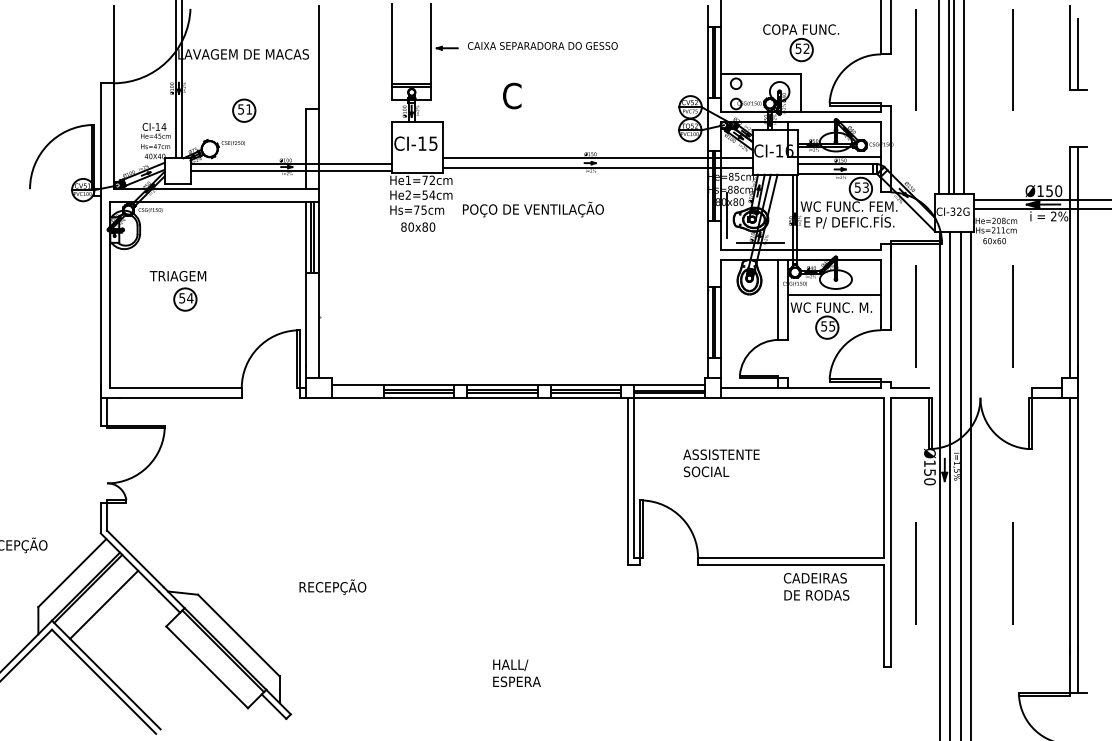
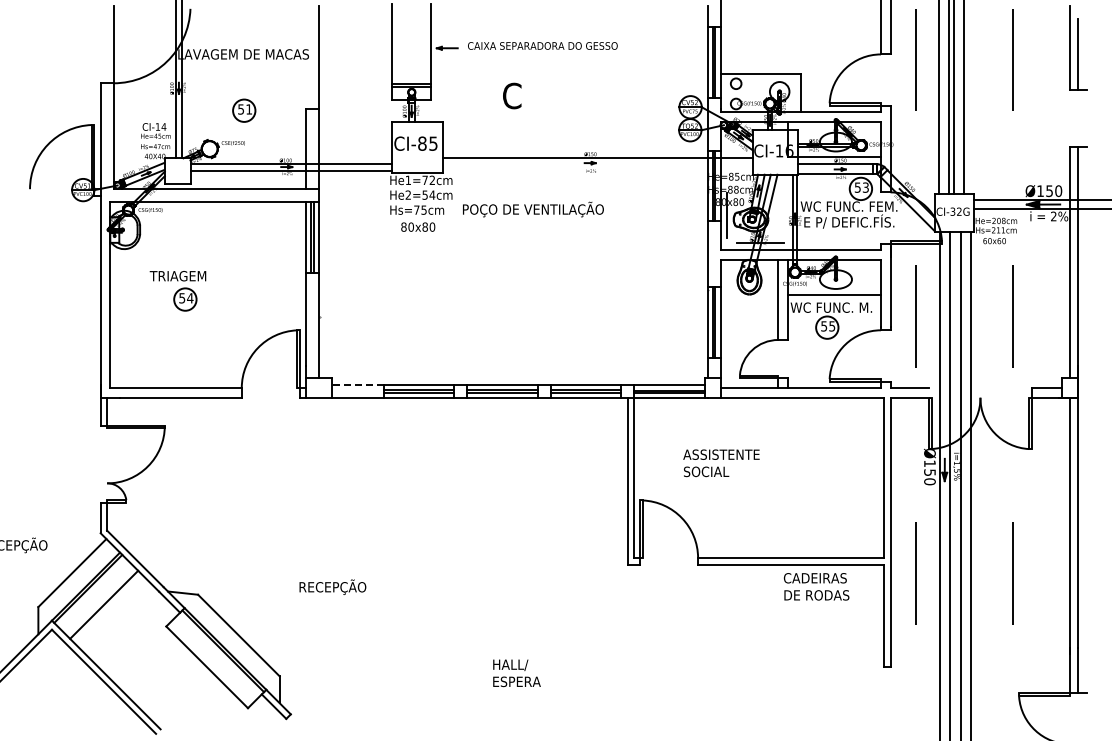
part at (801, 43): present -> none
text at (422, 143): CI-15 -> CI-85
line at (597, 168): present -> none
line at (357, 384): solid -> dashed
